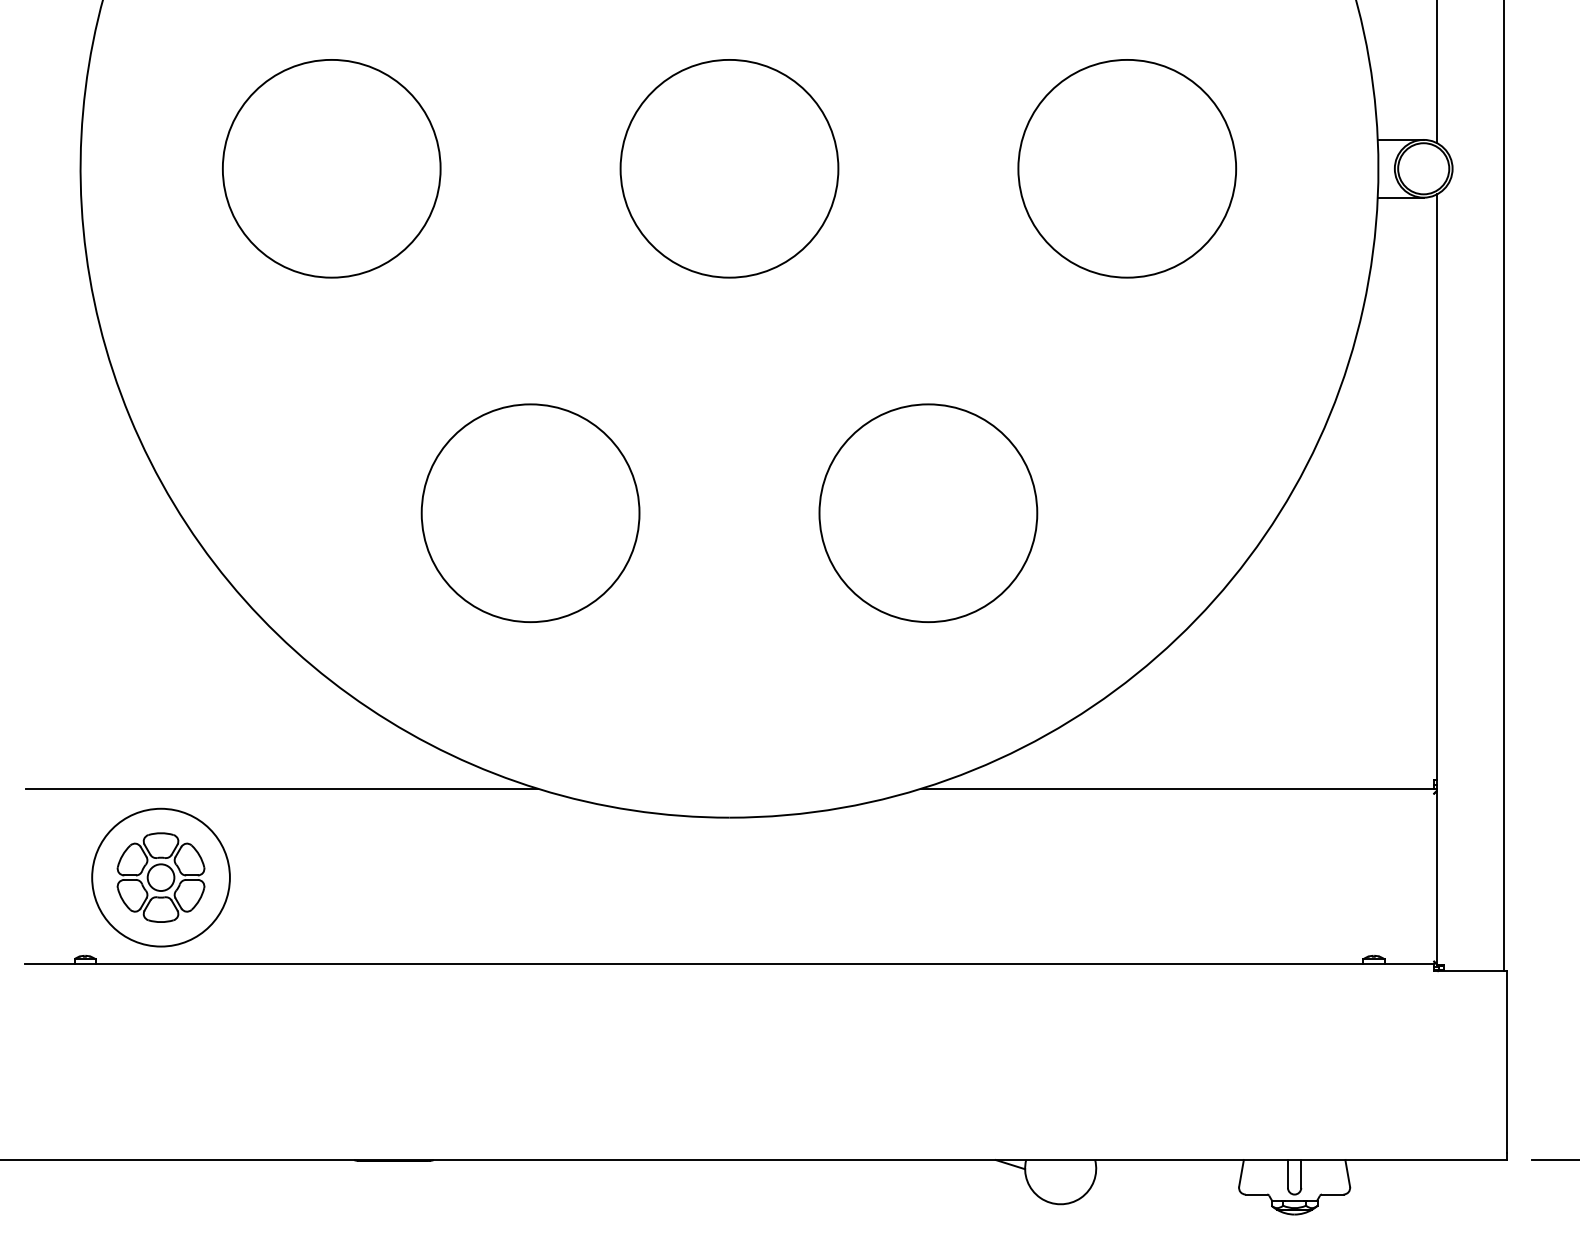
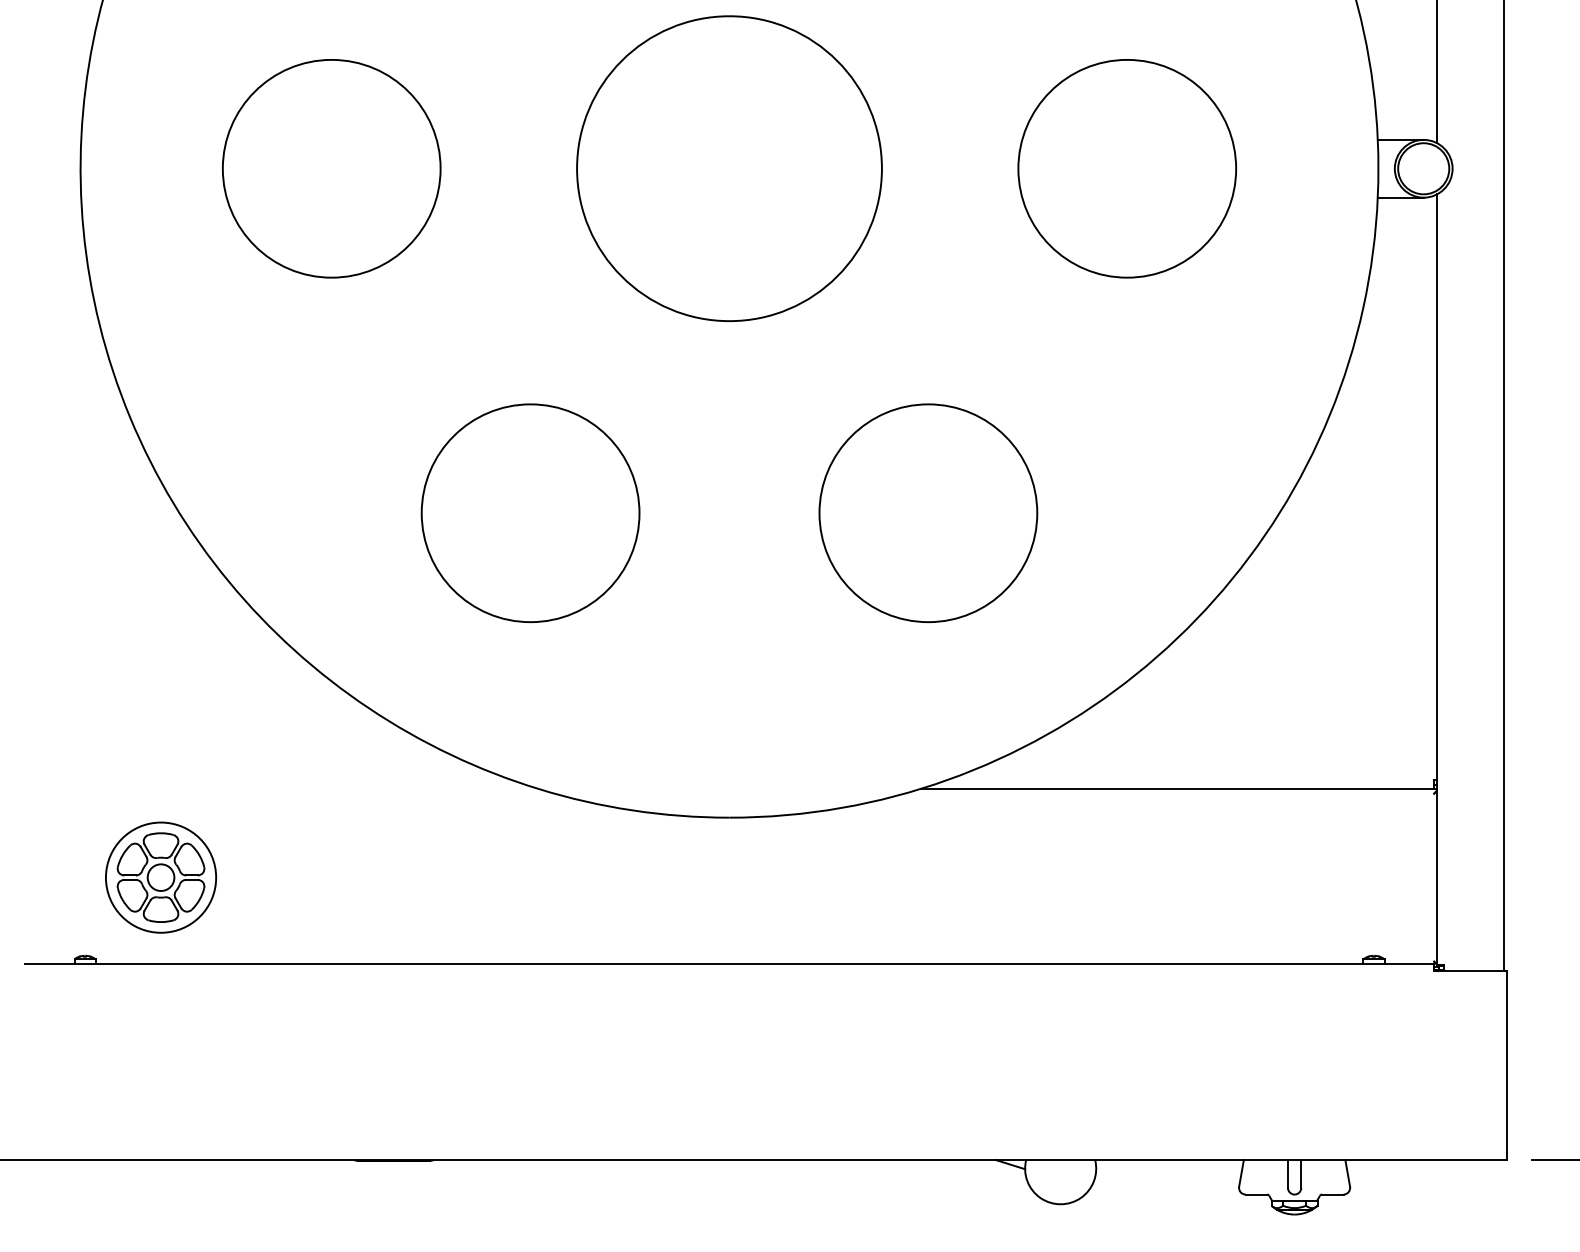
circle at (729, 168) size: 221x220 px -> 307x307 px
line at (281, 788): present -> none
circle at (160, 877) diameter: 138 px -> 110 px
